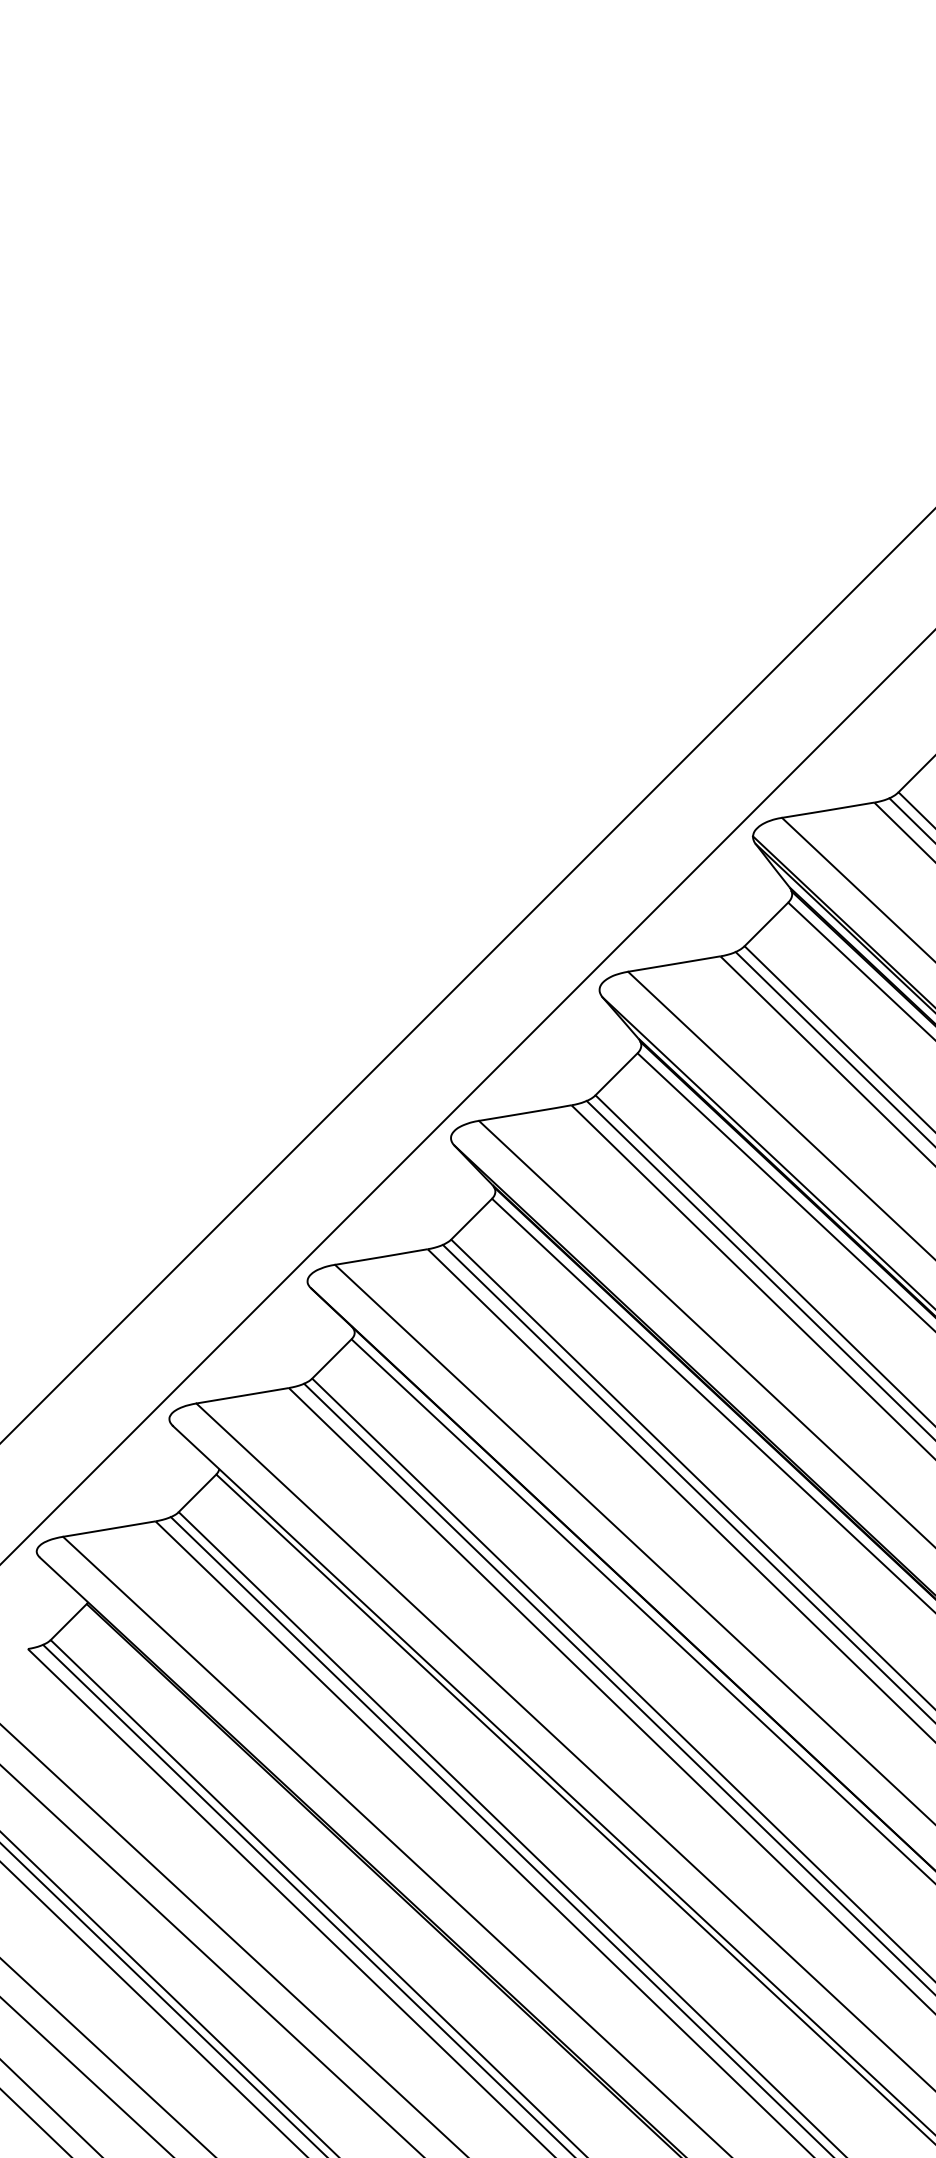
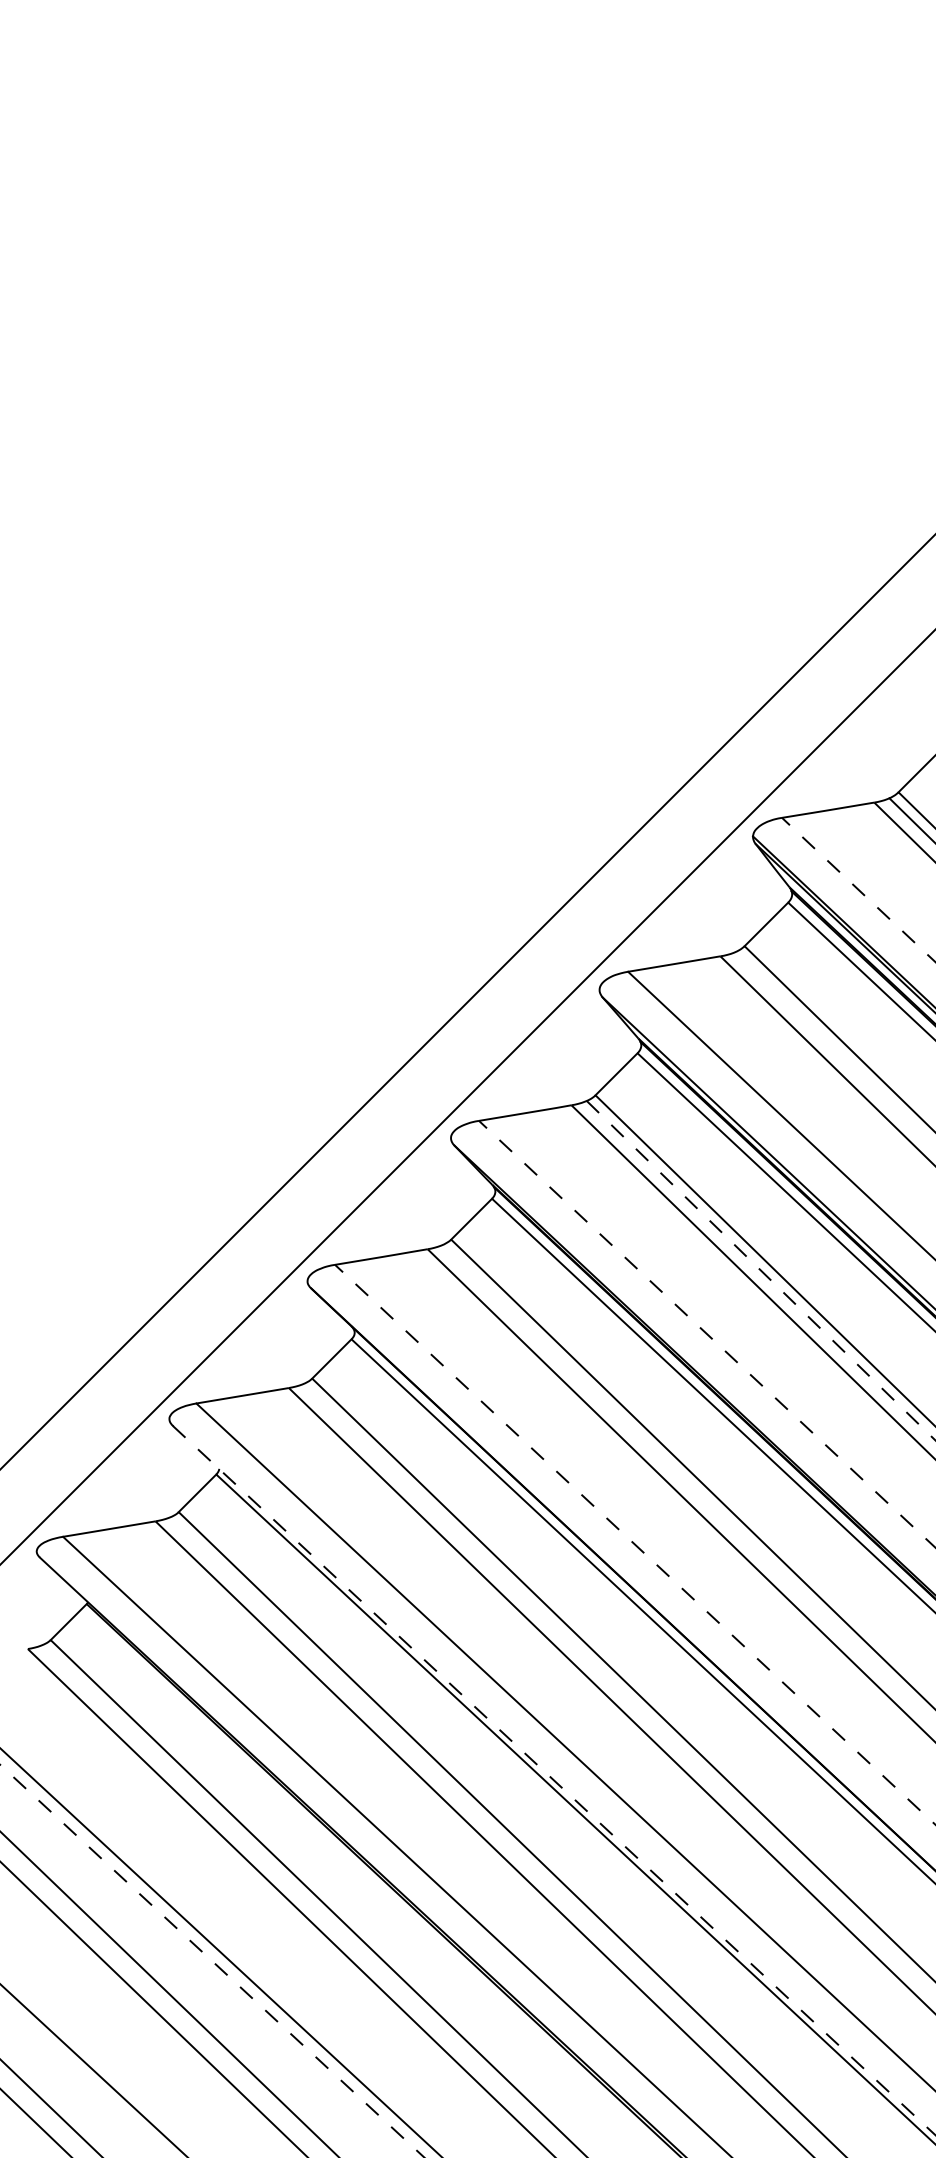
line at (858, 889): solid -> dashed
line at (467, 976) position: (467, 976) -> (467, 1001)
line at (833, 1048): present -> none
line at (761, 1271): solid -> dashed
line at (706, 1333): solid -> dashed
line at (687, 1482): present -> none
line at (634, 1544): solid -> dashed
line at (618, 1687): present -> none
line at (554, 1780): solid -> dashed
line at (500, 1835): present -> none
line at (307, 1899): present -> none
line at (233, 1940) position: (233, 1940) -> (220, 1952)
line at (212, 1961): solid -> dashed
line at (163, 1999): present -> none
line at (107, 2056) position: (107, 2056) -> (93, 2070)
line at (86, 2076): present -> none
